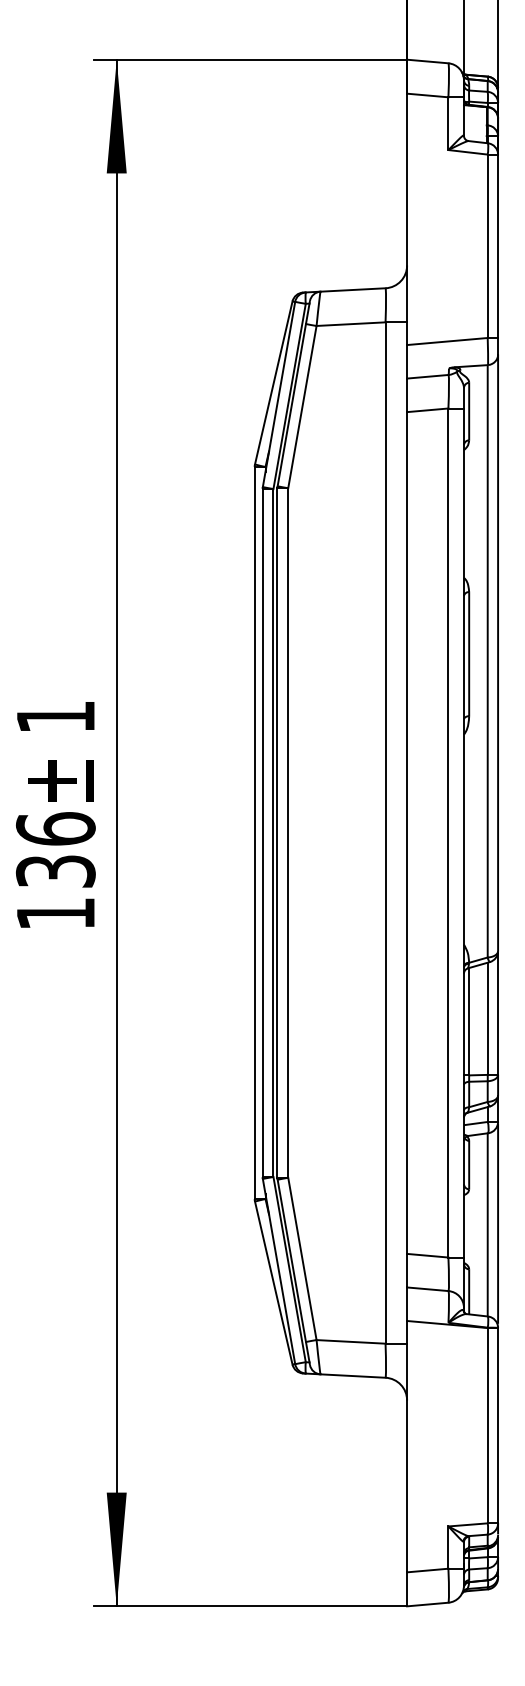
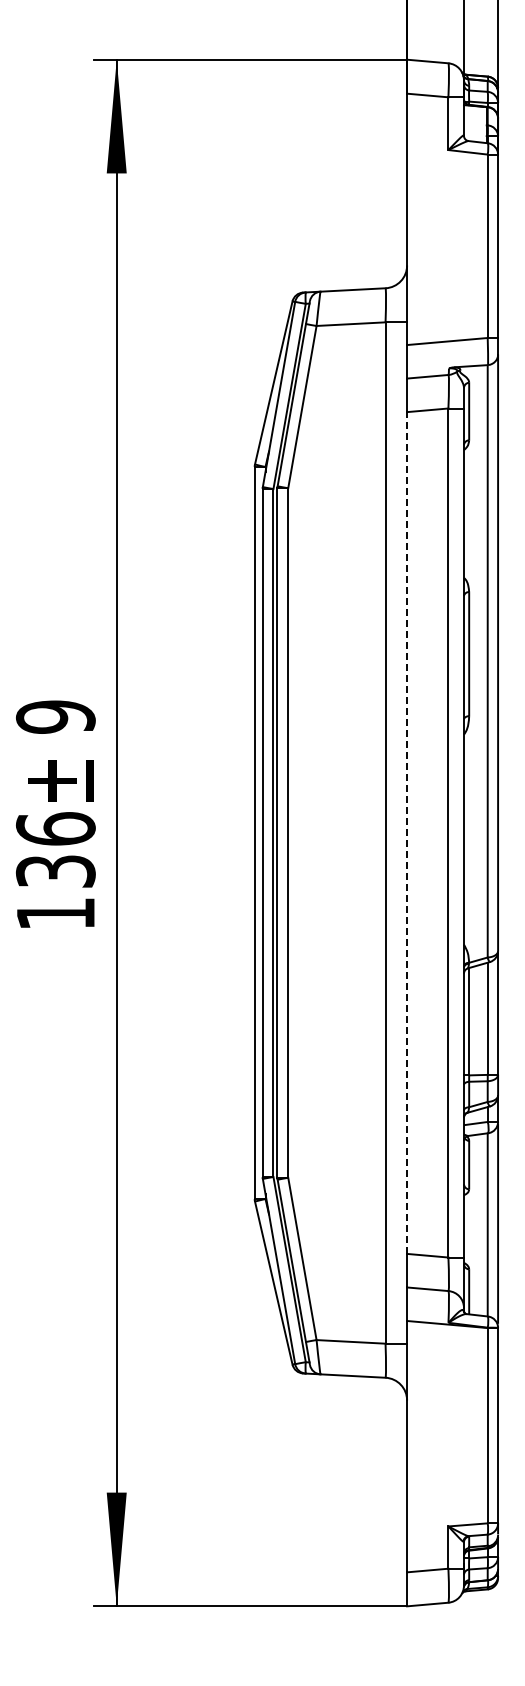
text at (55, 716): 1 -> 9
line at (407, 833): solid -> dashed
